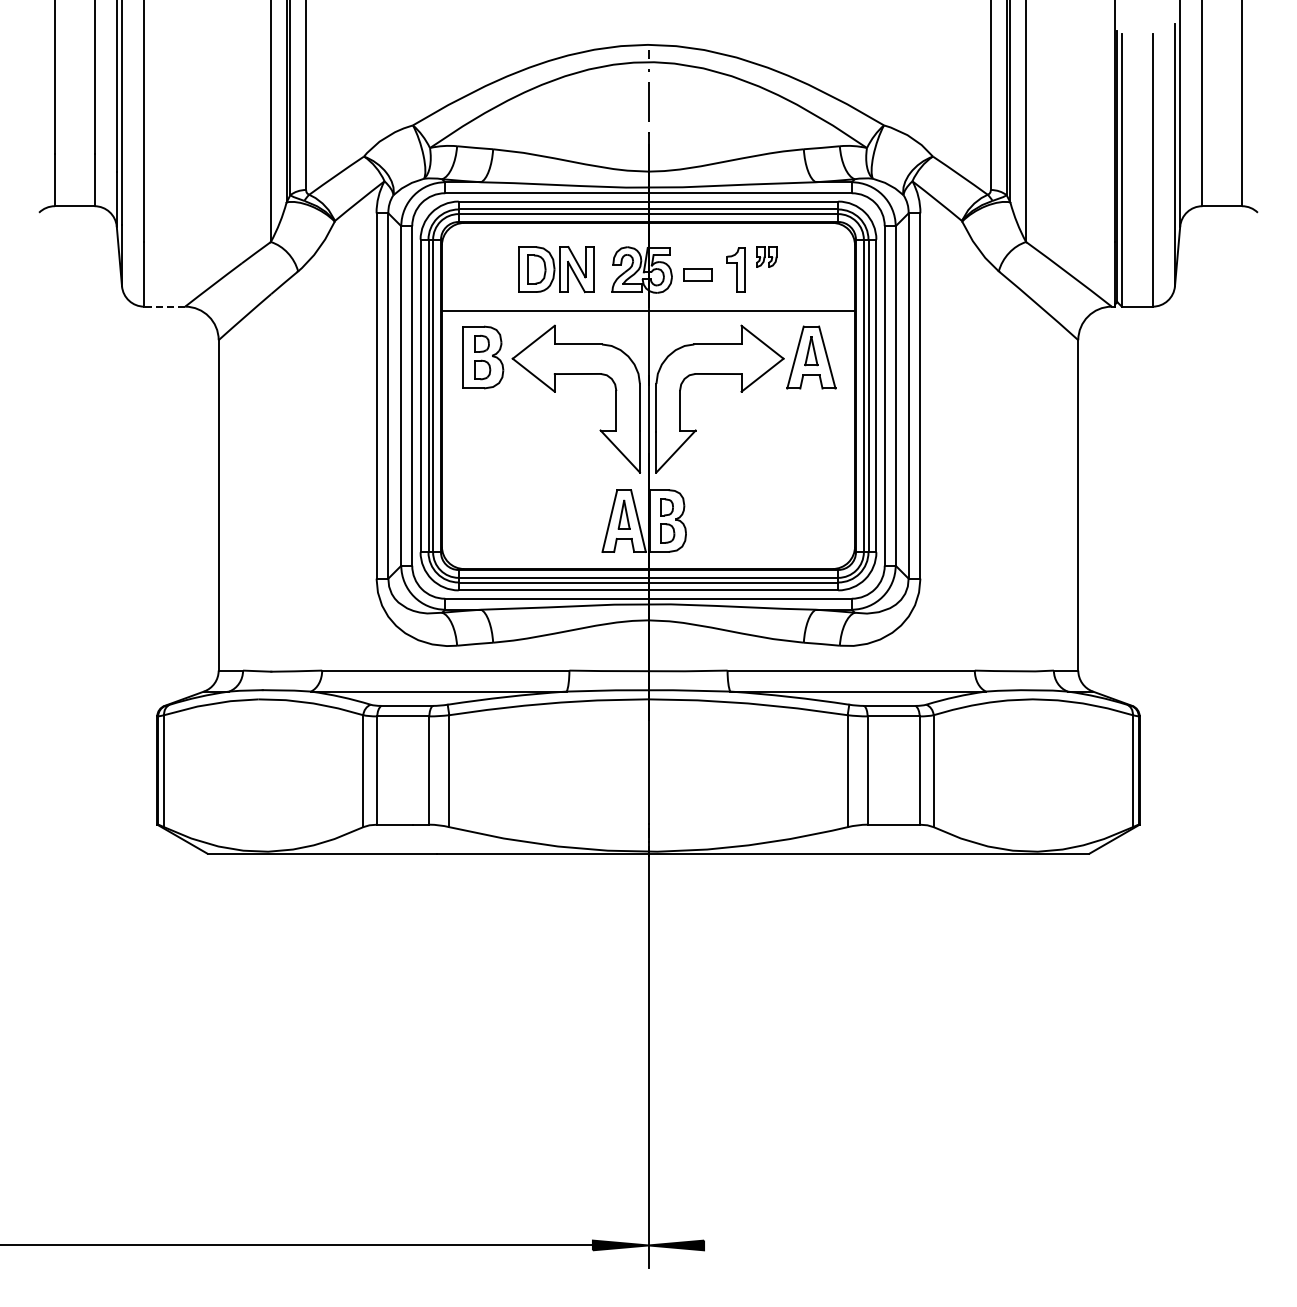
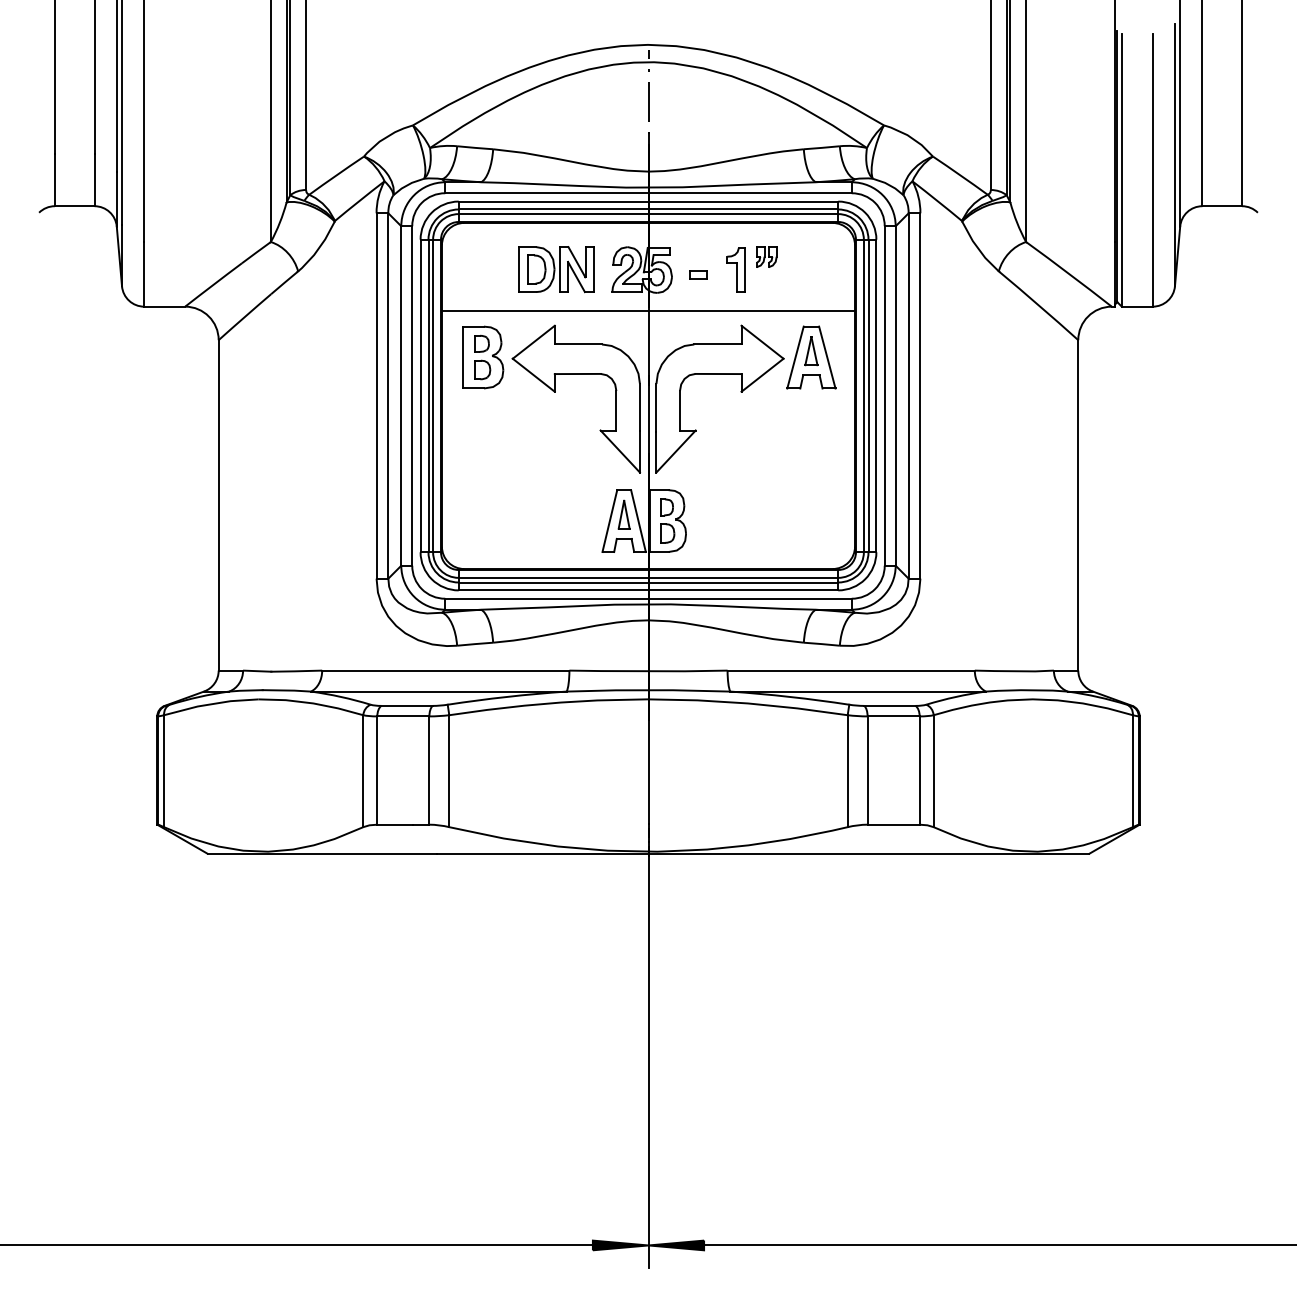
part at (697, 274) size: 30x14 px -> 19x10 px
line at (164, 306): dashed -> solid
line at (998, 1245): none -> present
